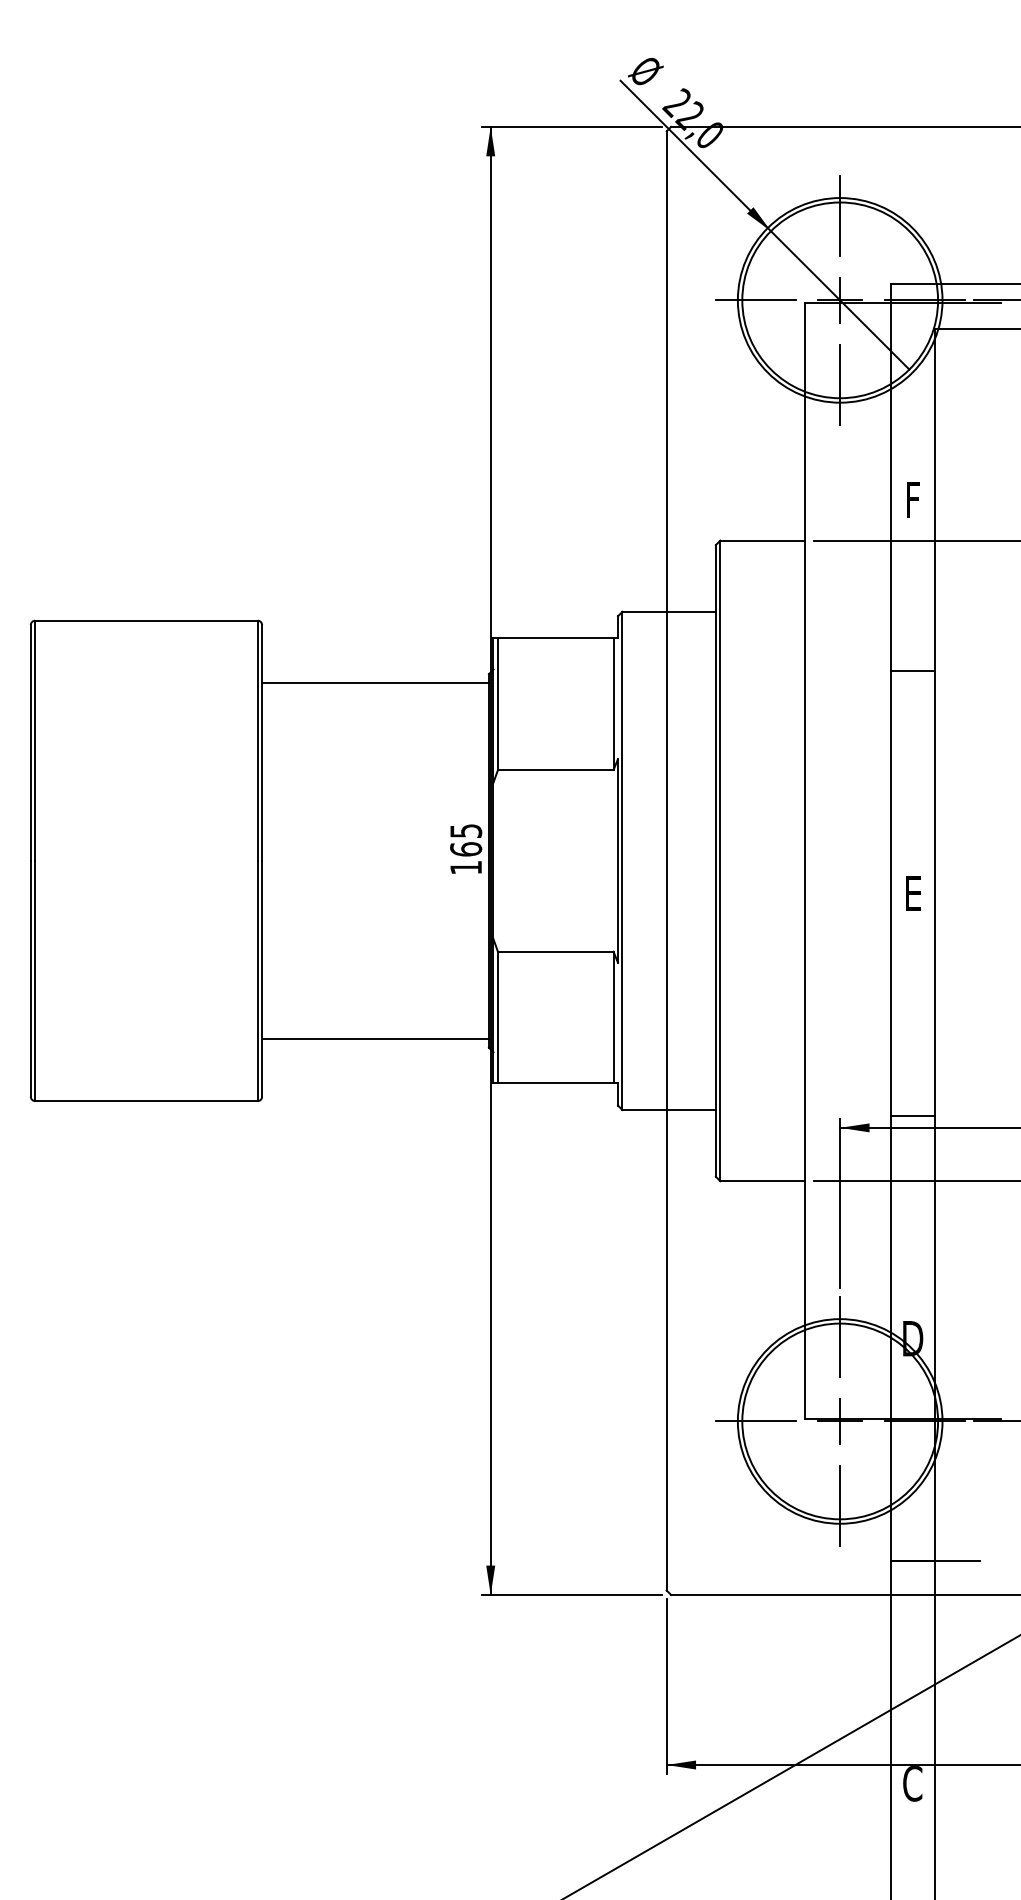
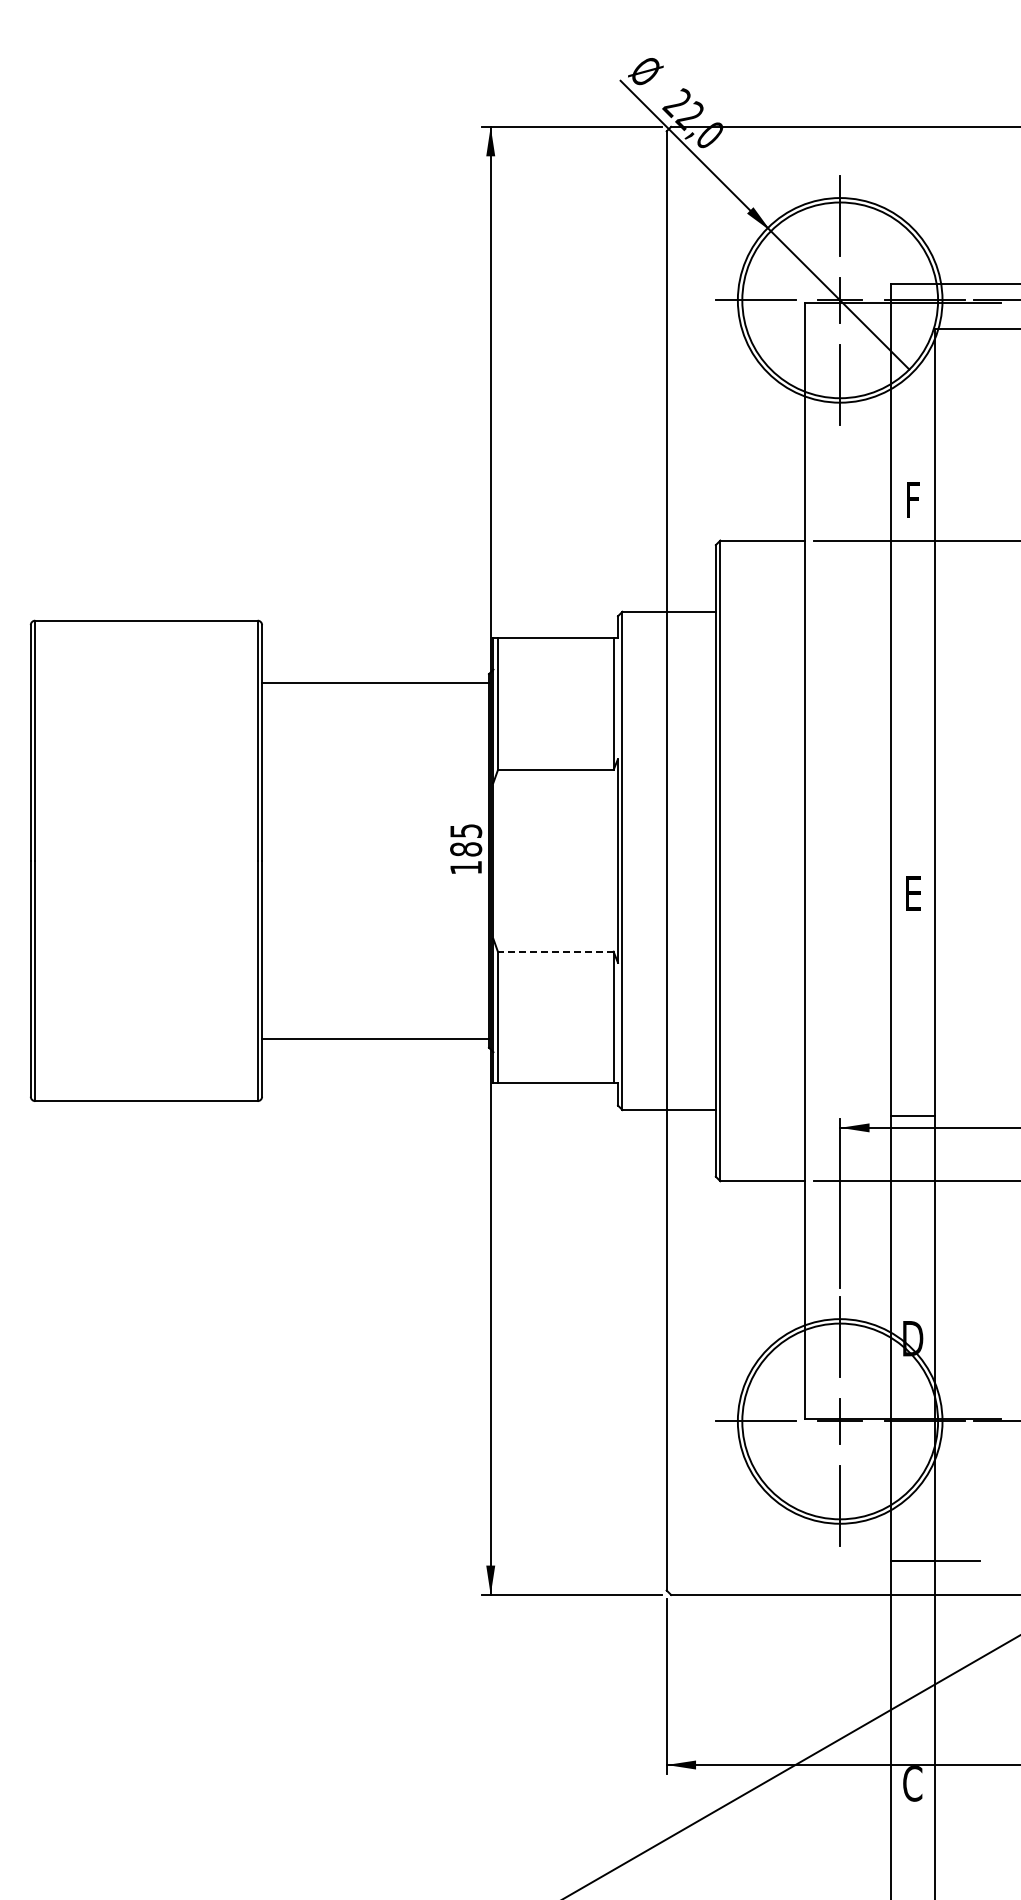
line at (912, 671): present -> none
text at (466, 849): 165 -> 185
line at (555, 951): solid -> dashed
